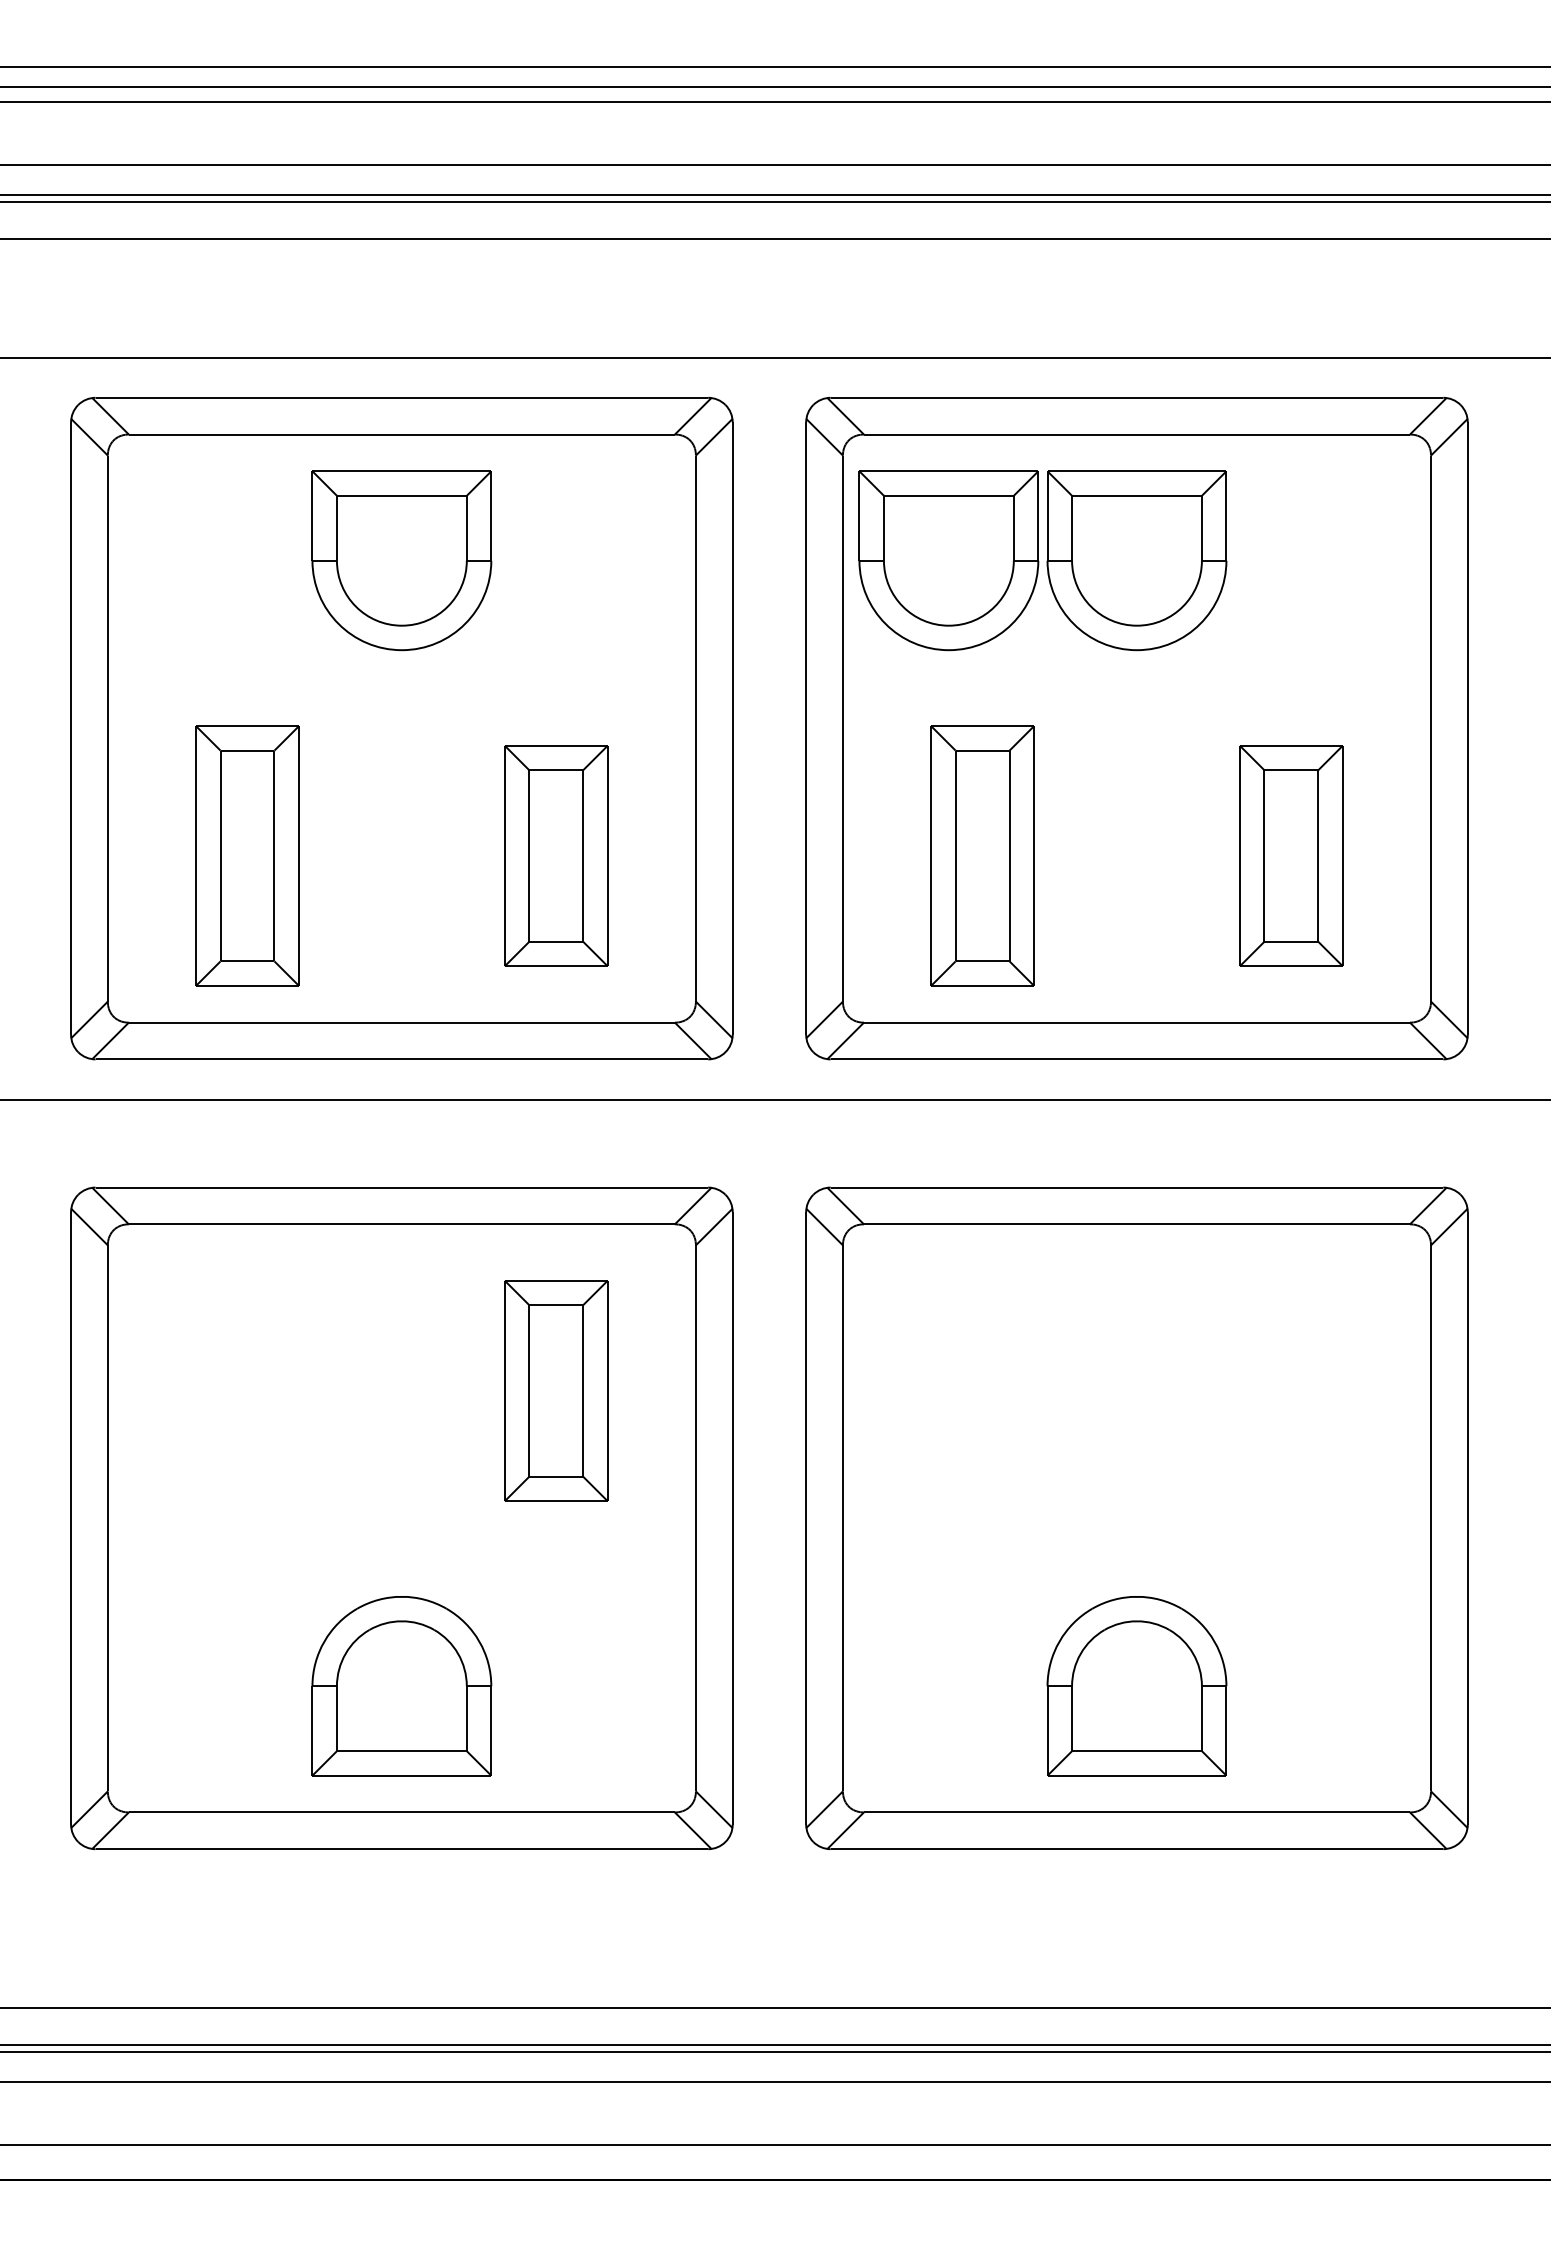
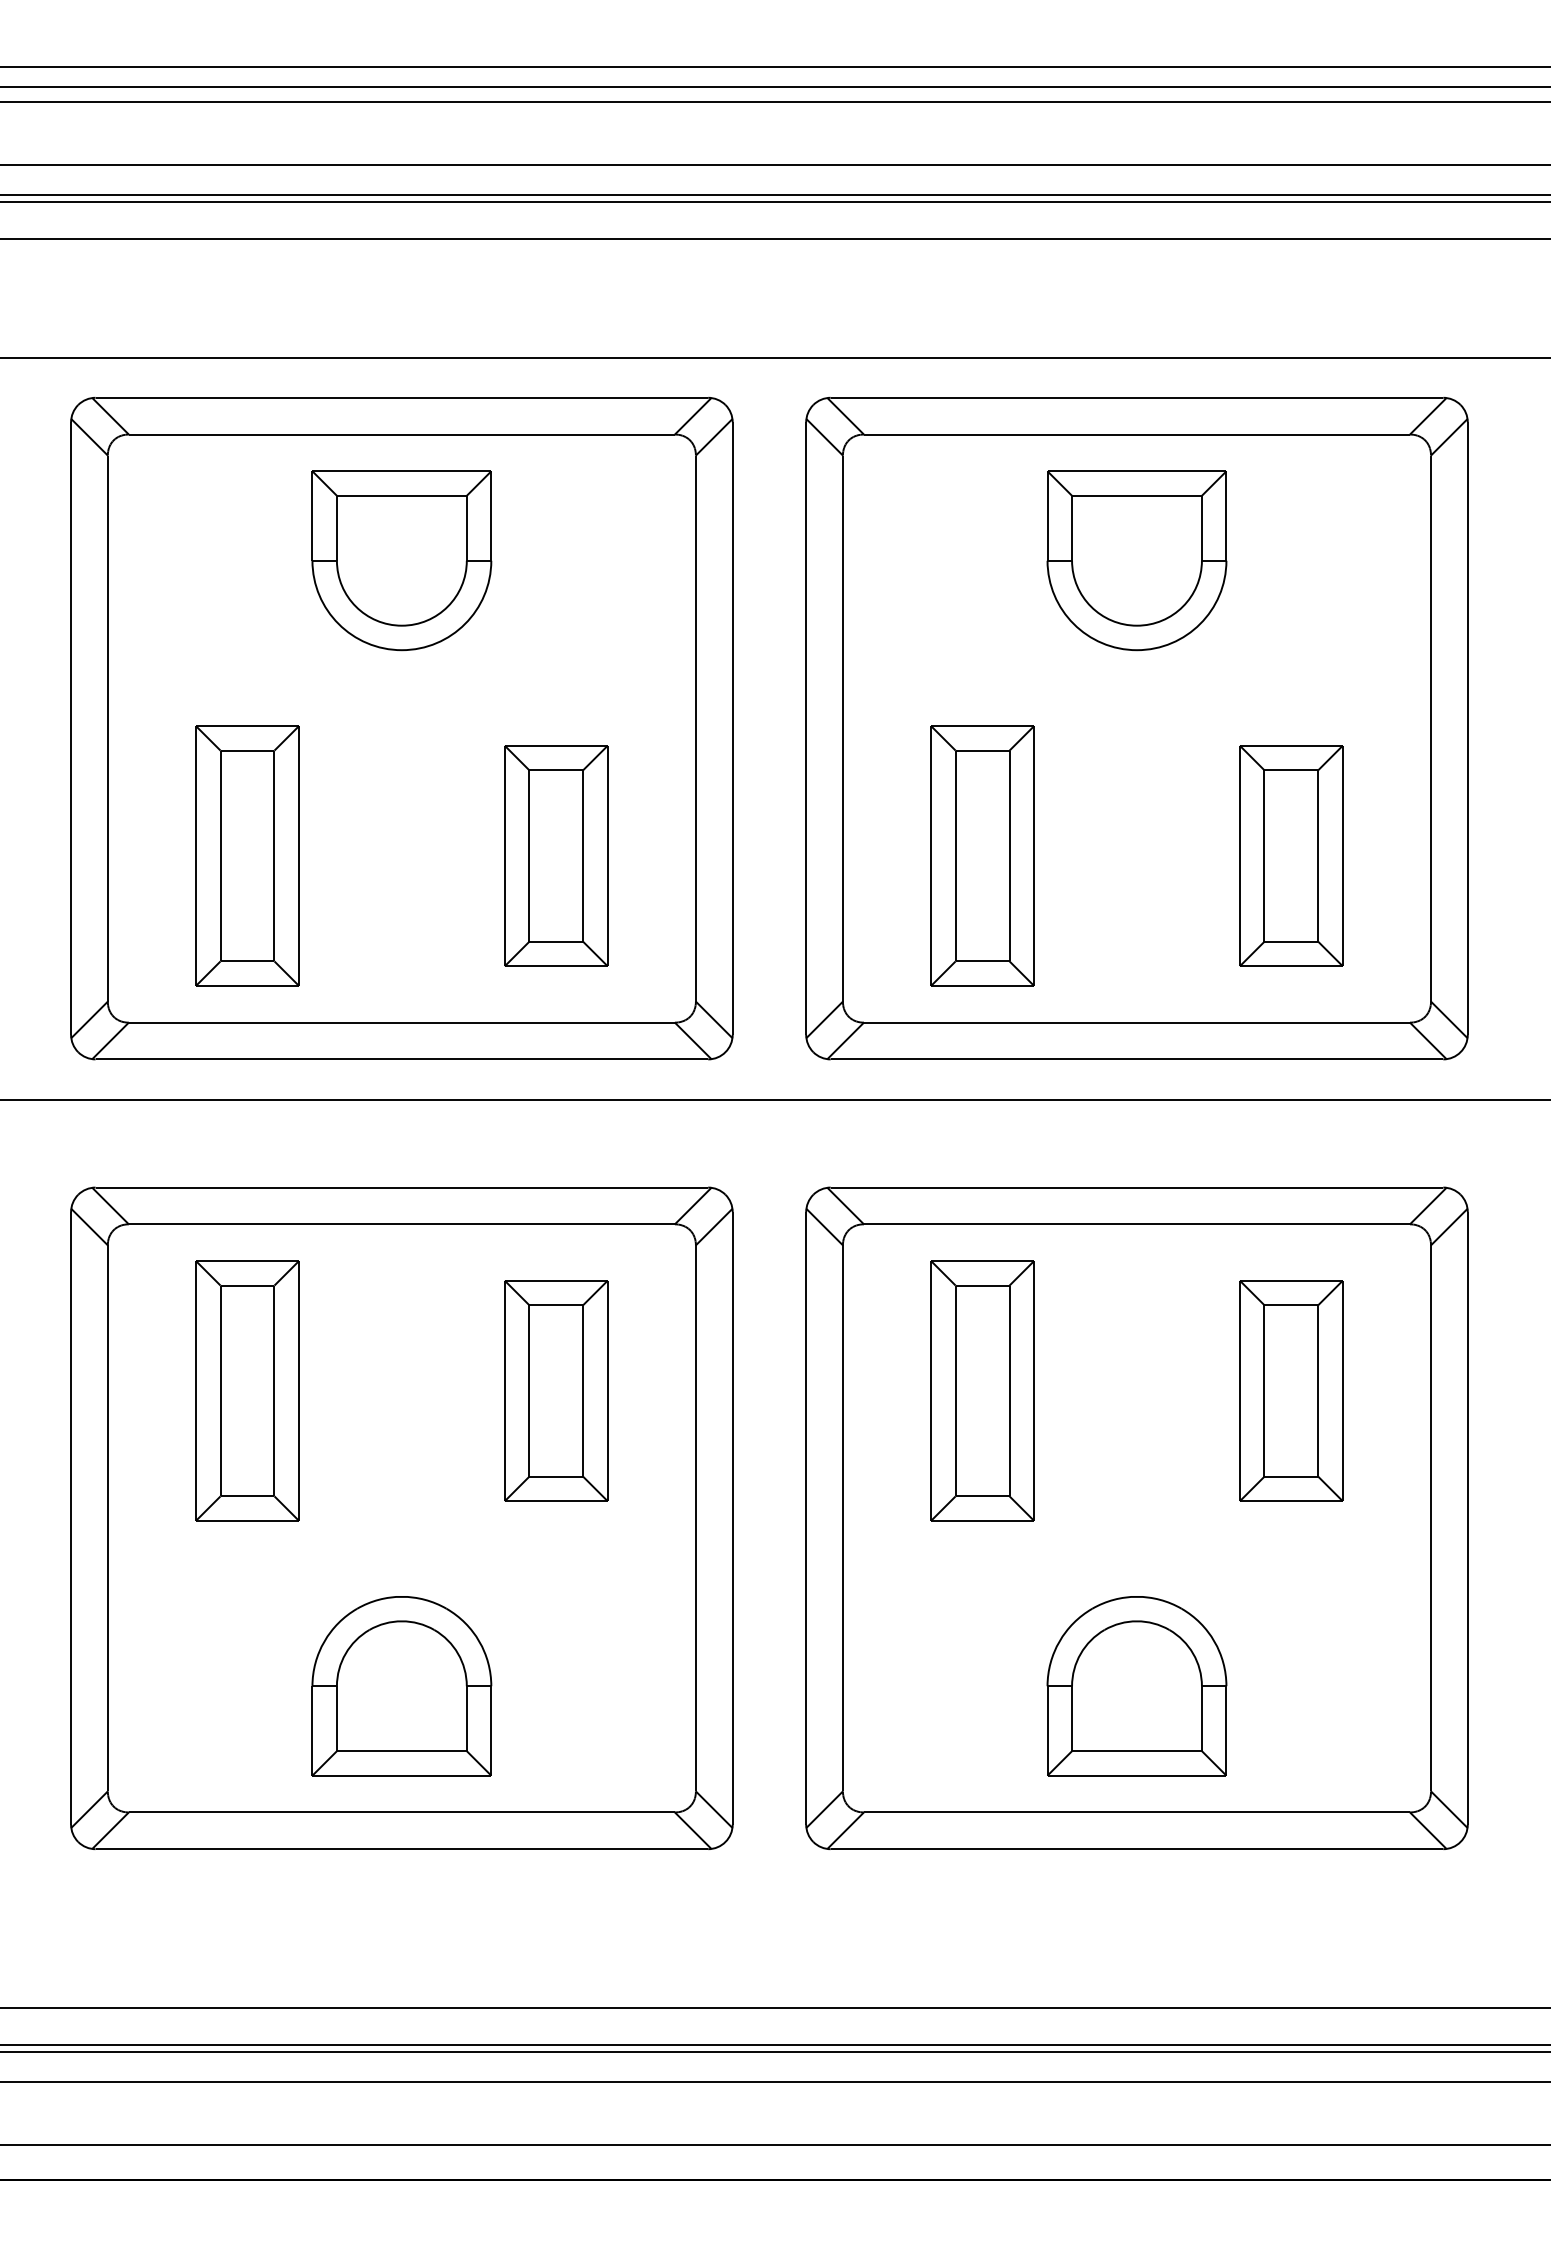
part at (948, 560): present -> none
part at (247, 1390): none -> present
part at (982, 1390): none -> present
part at (1291, 1390): none -> present
